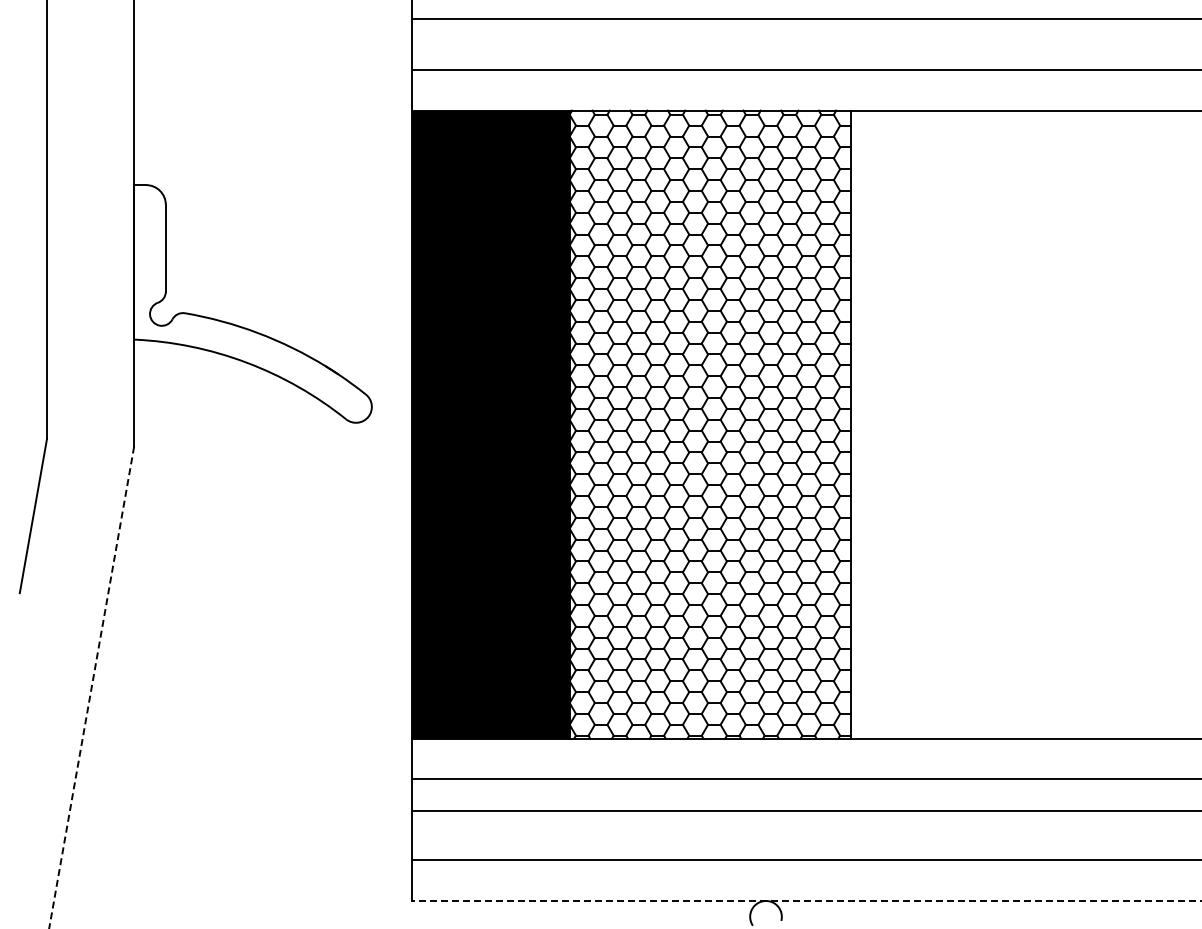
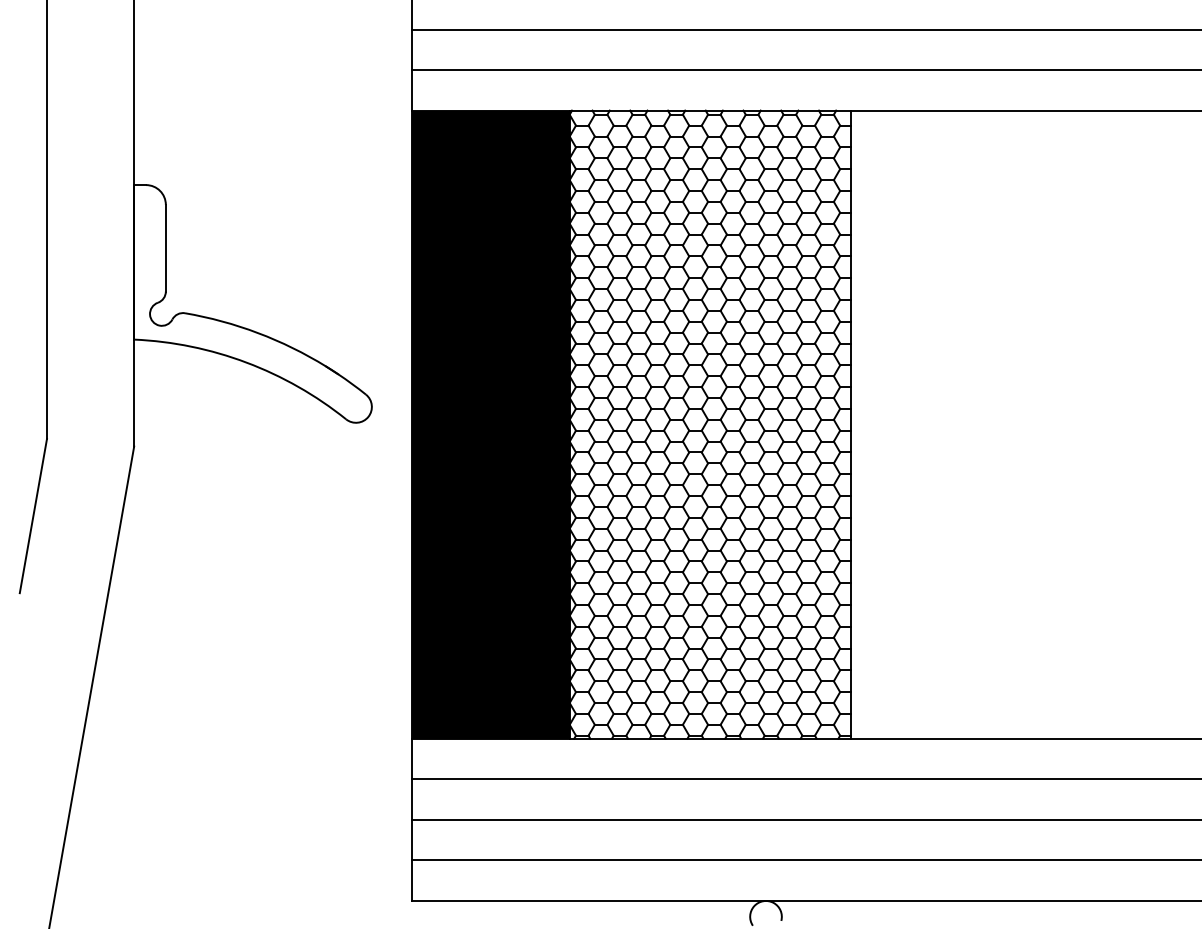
line at (804, 18) position: (804, 18) -> (804, 29)
line at (91, 687): dashed -> solid
line at (804, 810) position: (804, 810) -> (804, 819)
line at (806, 901): dashed -> solid
